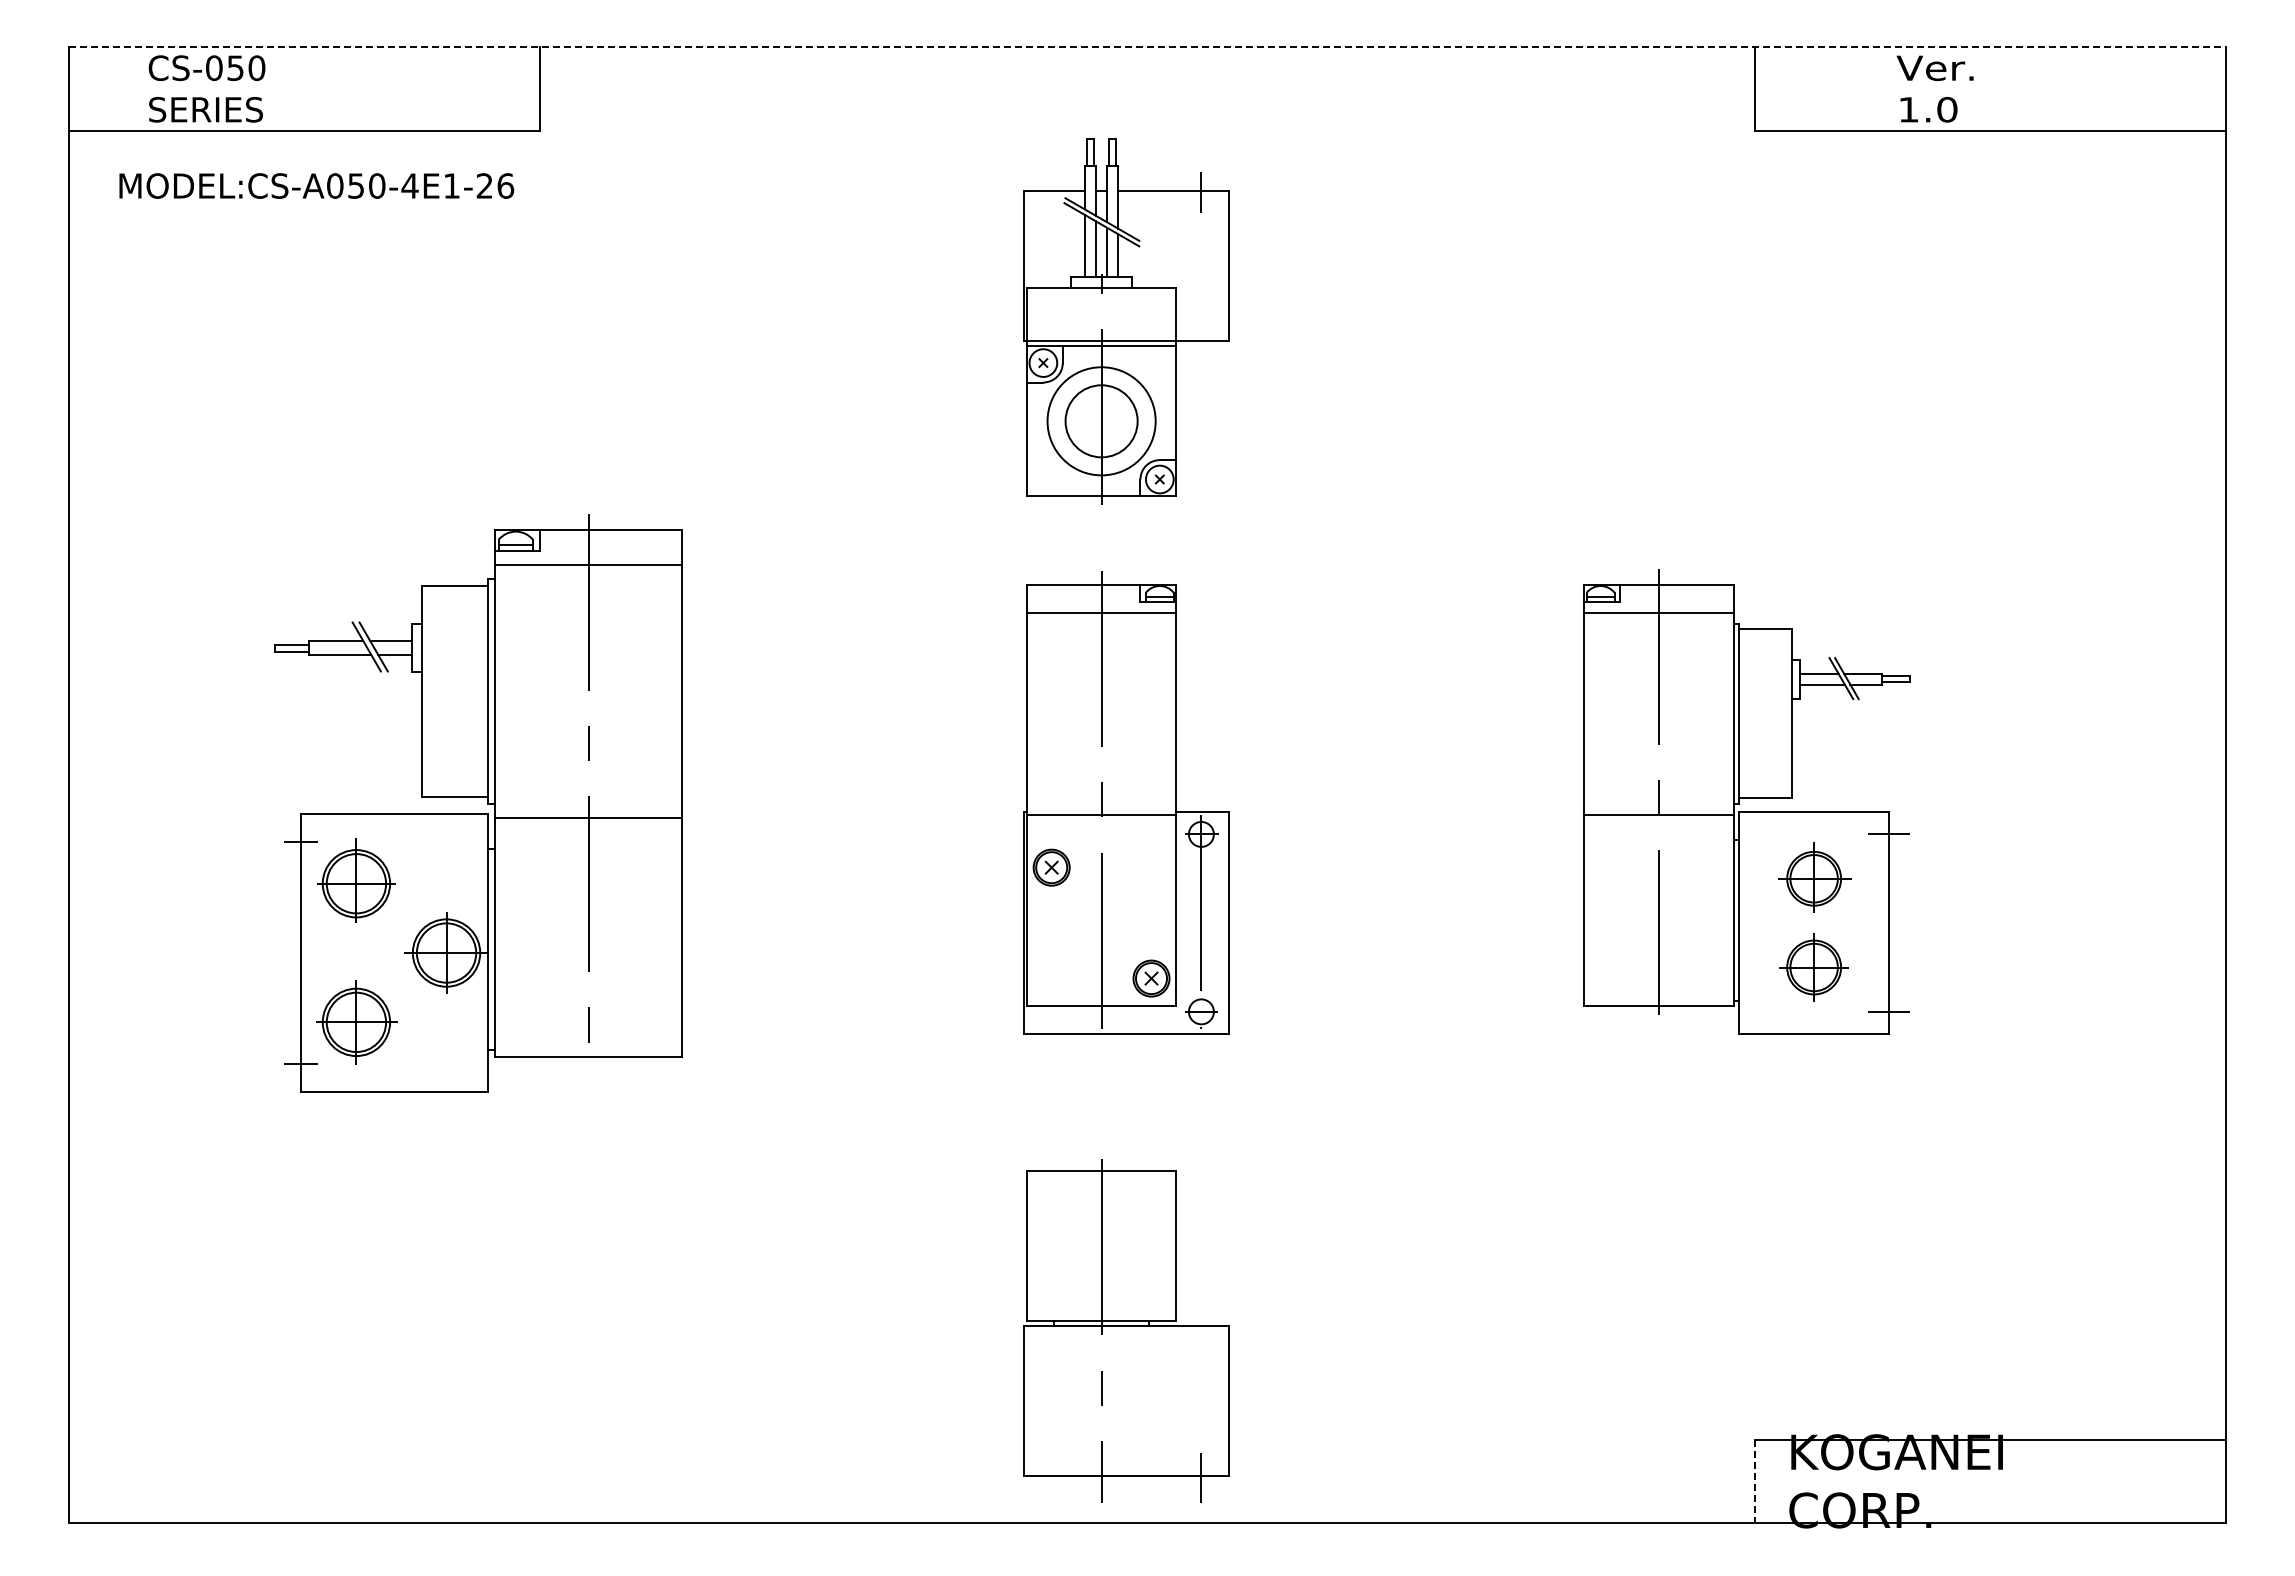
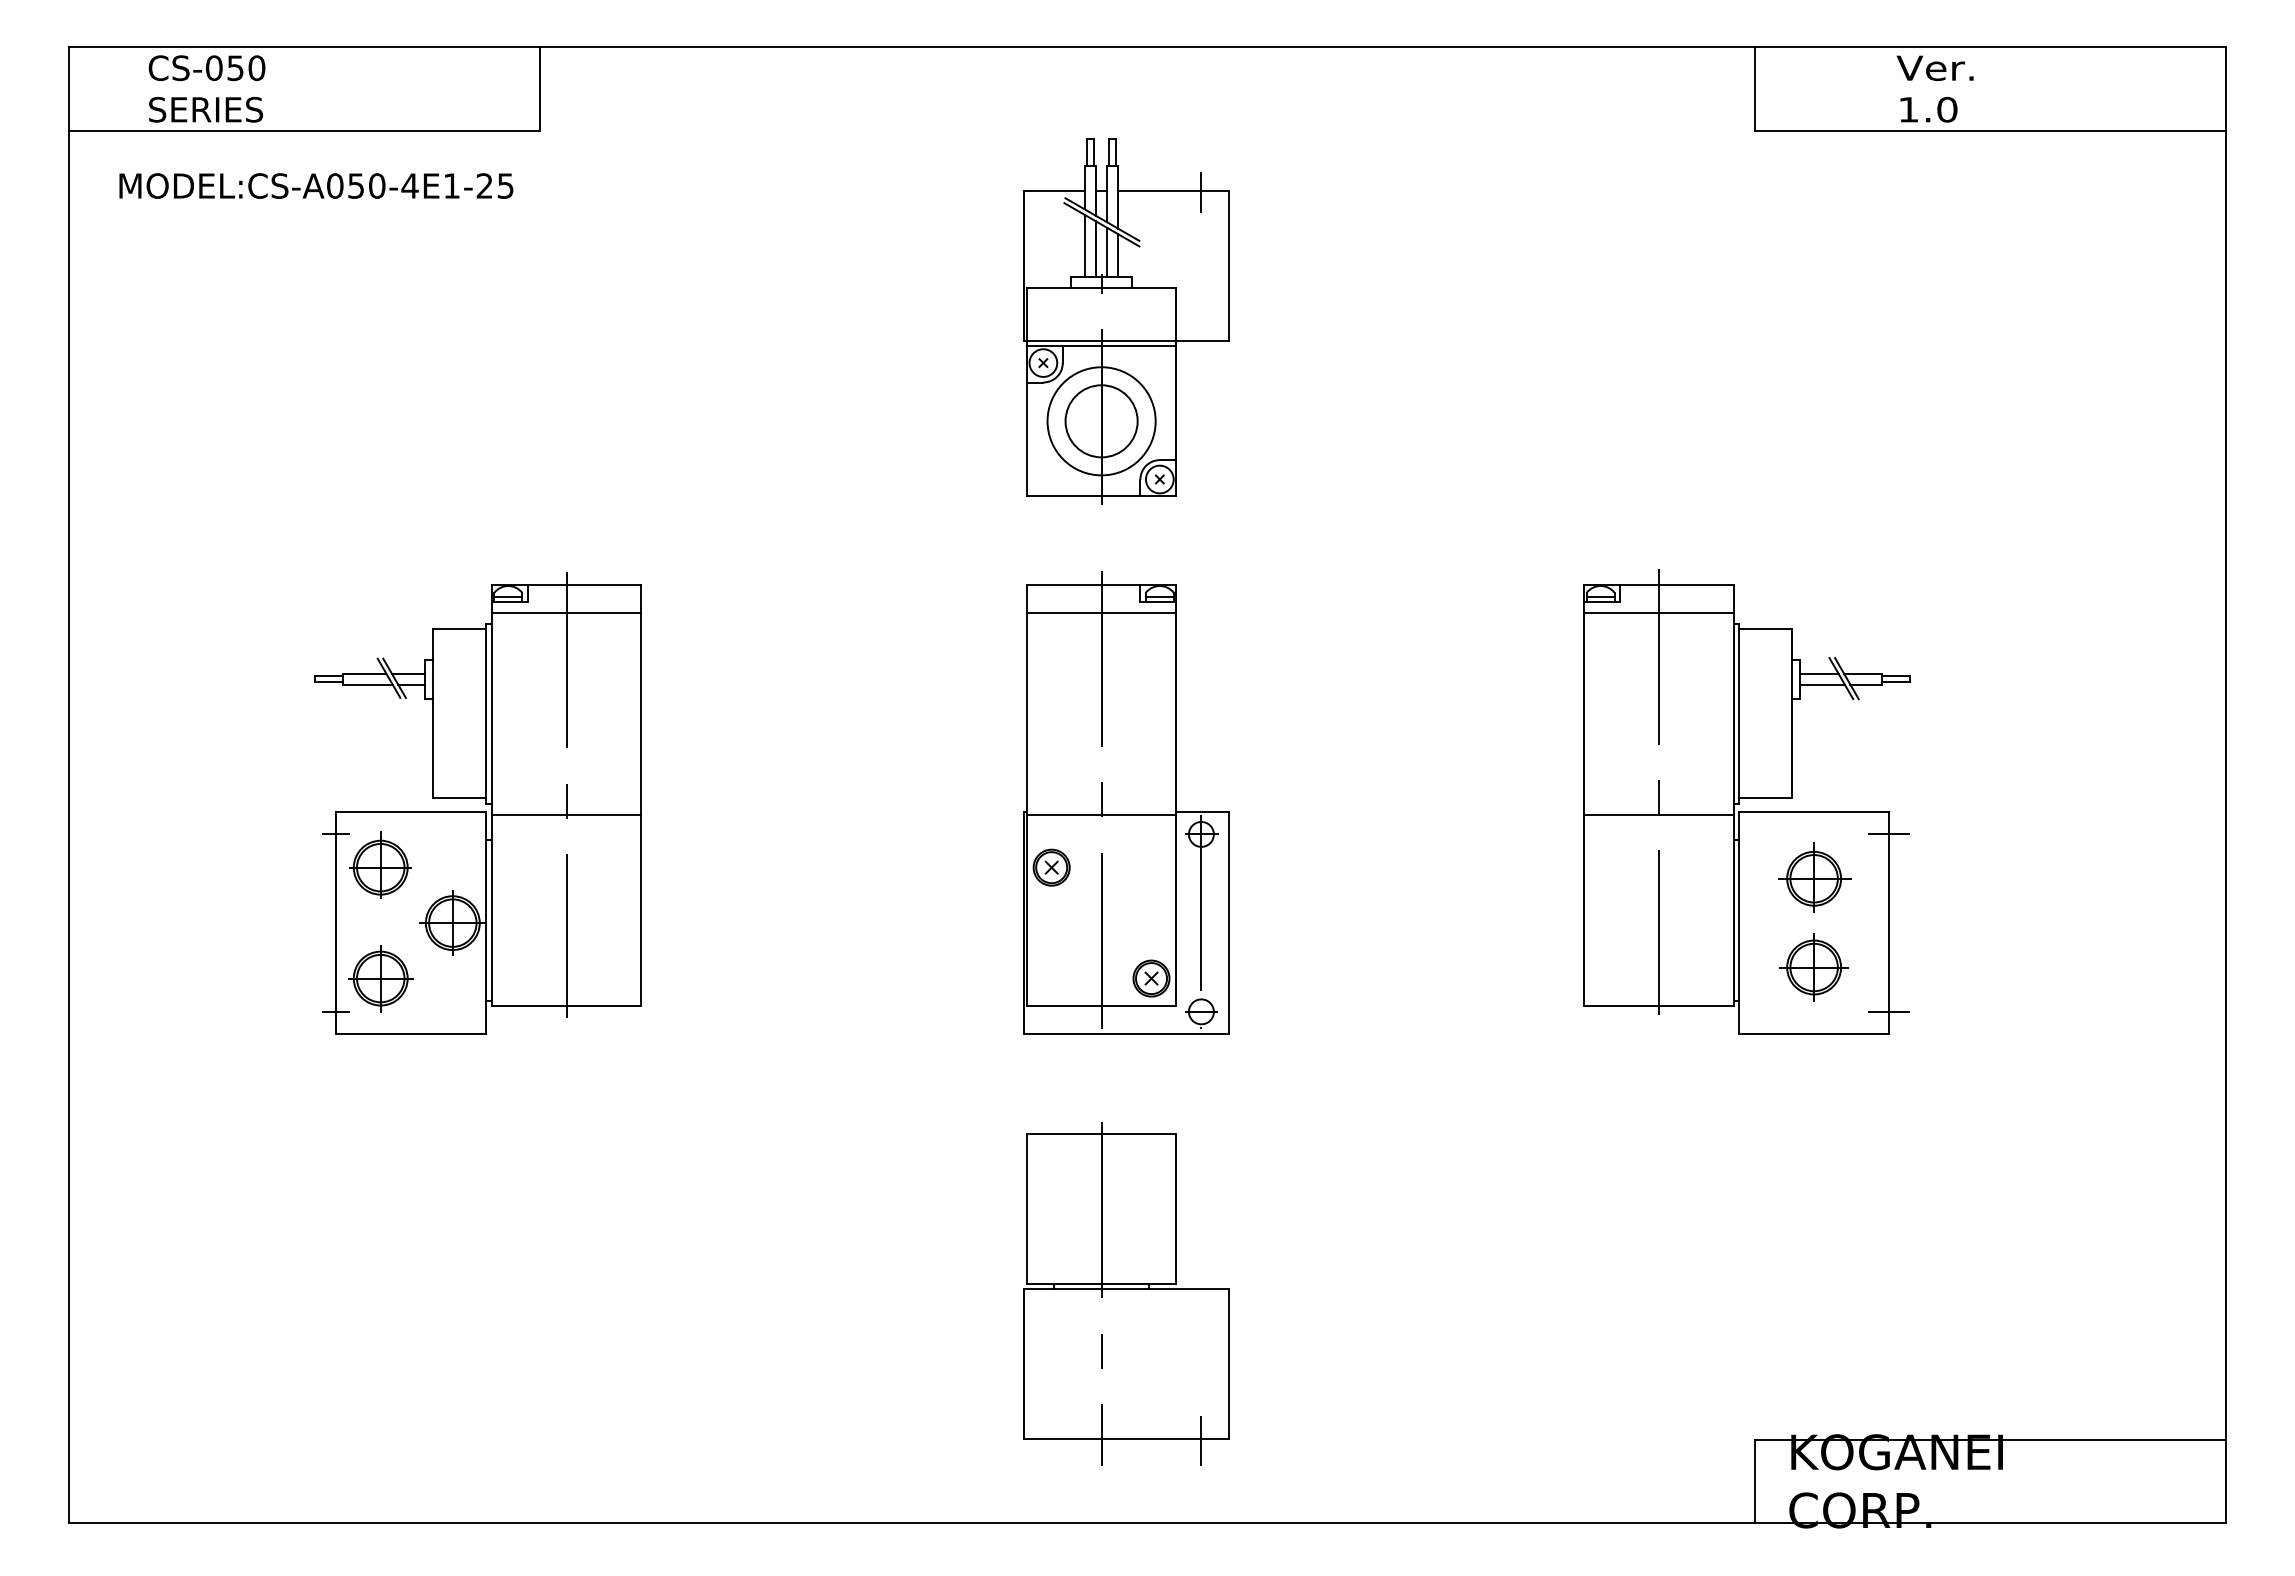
line at (1147, 47): dashed -> solid
text at (505, 185): MODEL:CS-A050-4E1-26 -> MODEL:CS-A050-4E1-25
part at (478, 803) size: 409x579 px -> 328x463 px
part at (1126, 1330) position: (1126, 1330) -> (1126, 1293)
line at (1754, 1481): dashed -> solid
